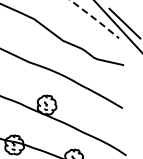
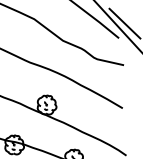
line at (95, 19): dashed -> solid
